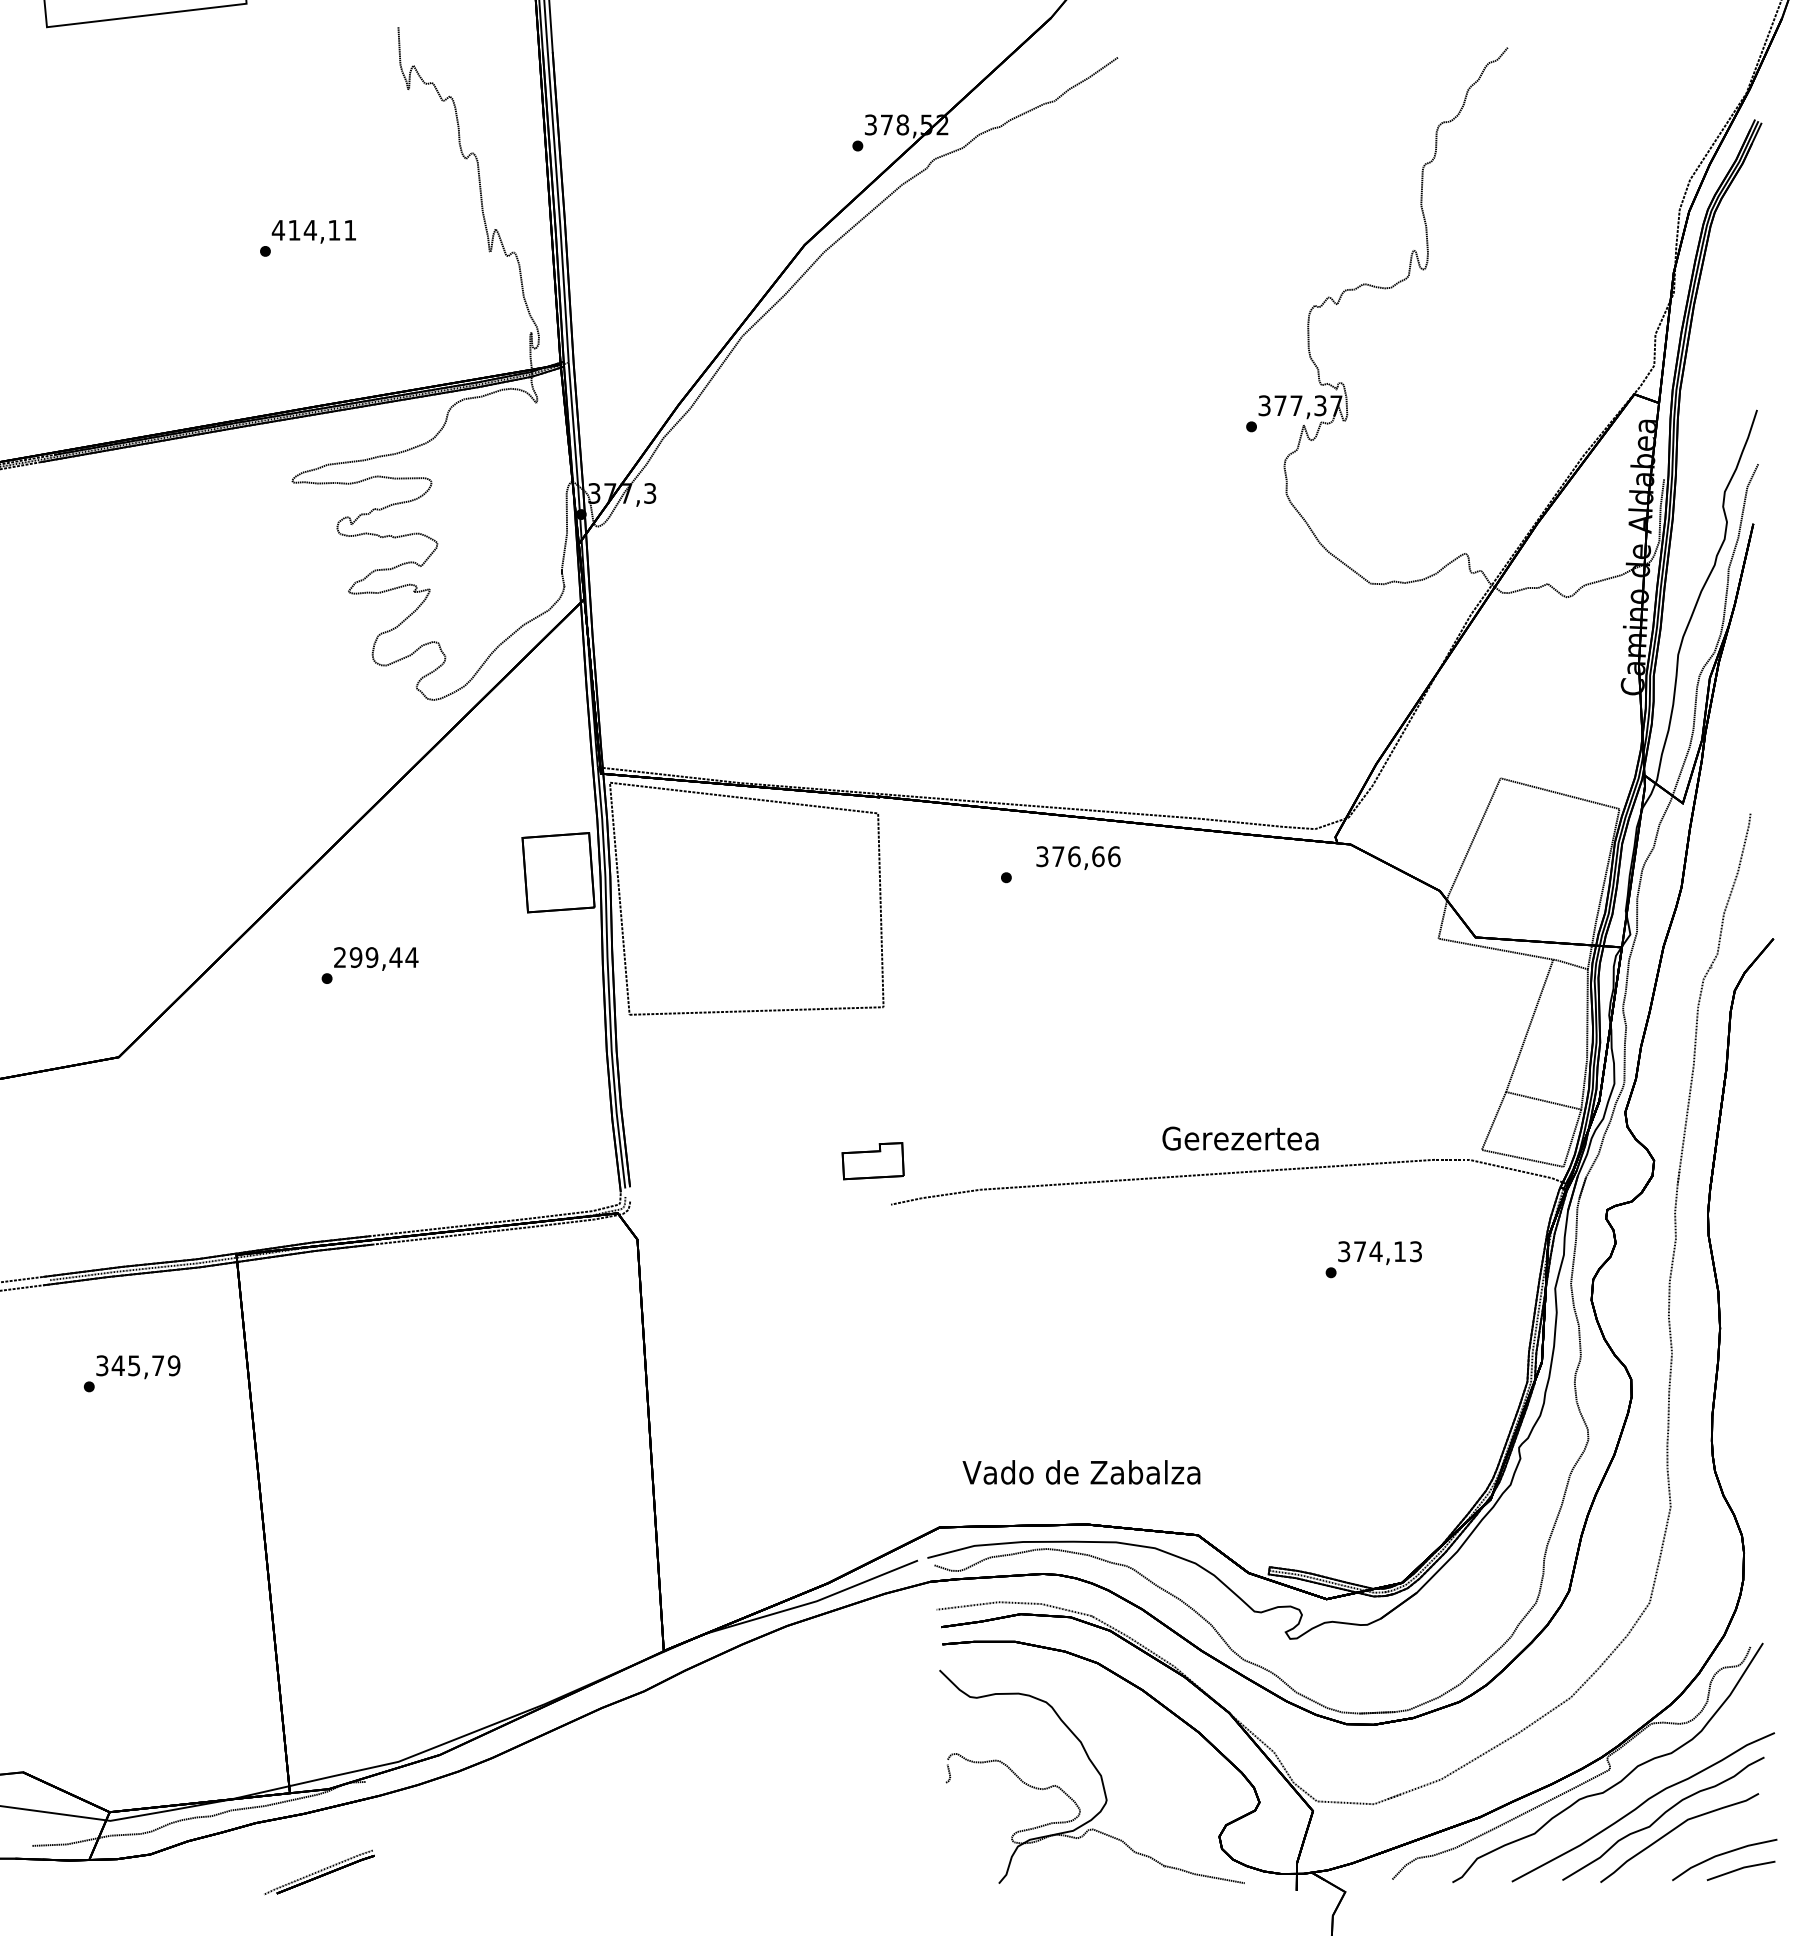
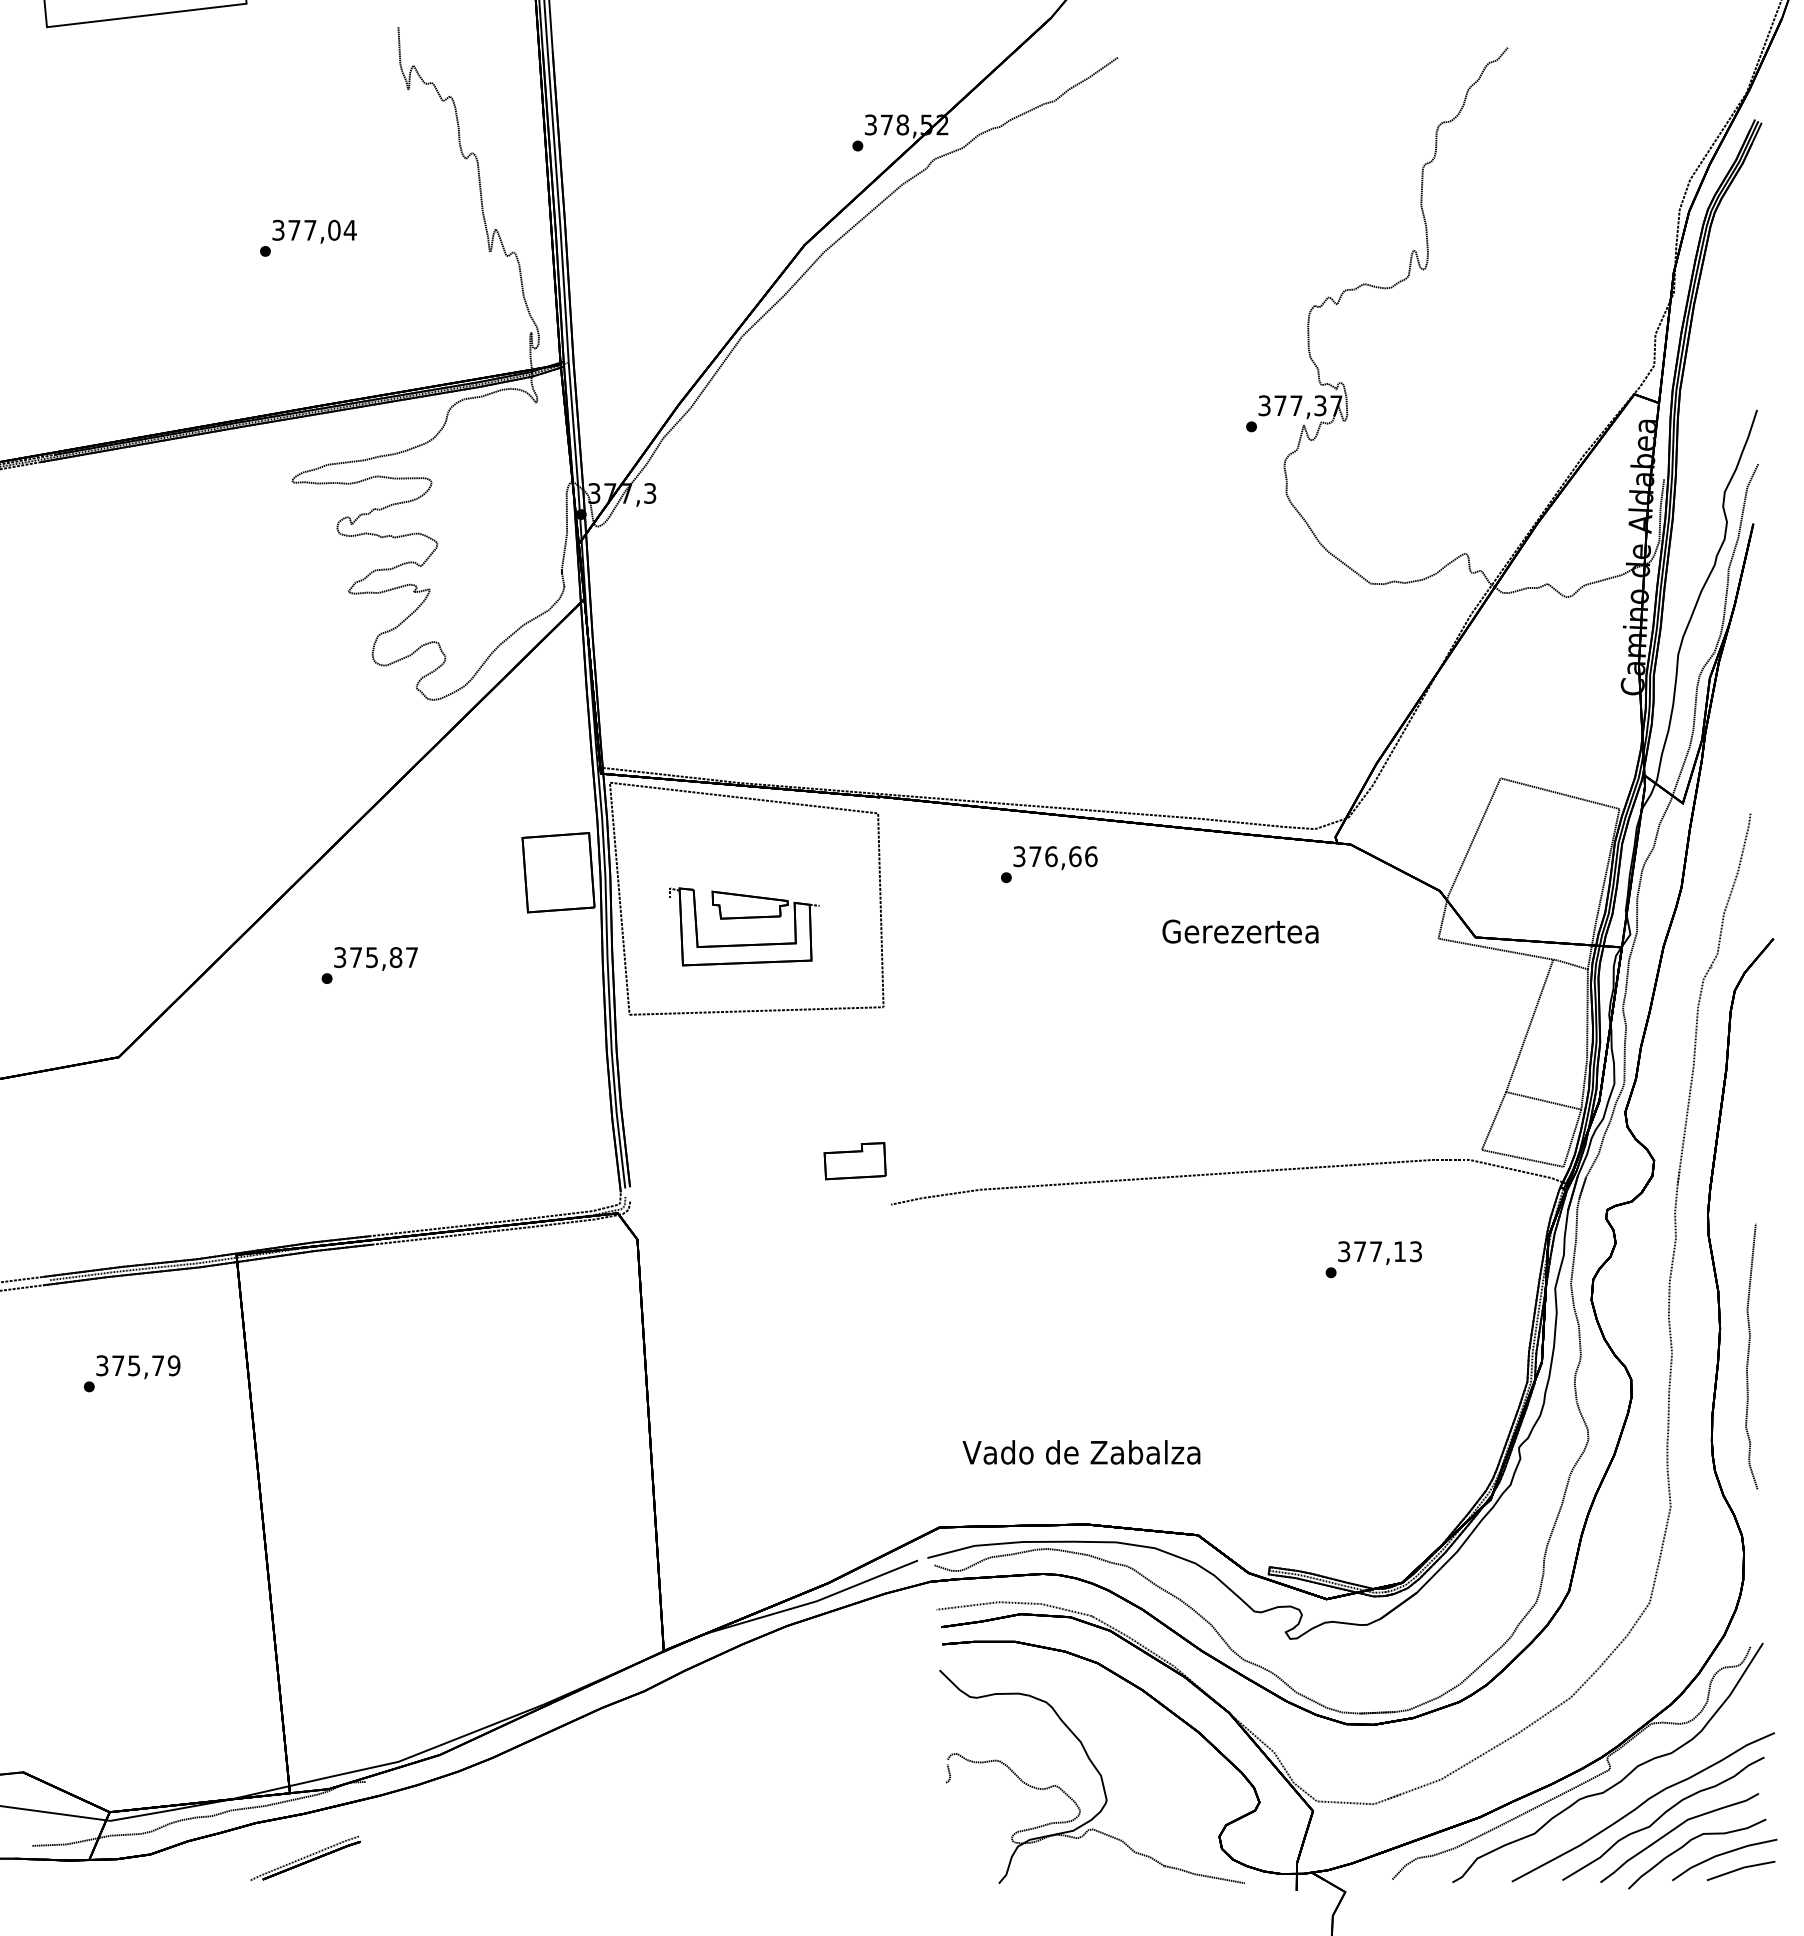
text at (313, 229): 414,11 -> 377,04
text at (1078, 857) position: (1078, 857) -> (1055, 857)
part at (744, 918): none -> present
text at (376, 957): 299,44 -> 375,87
text at (1240, 1138) position: (1240, 1138) -> (1240, 931)
part at (872, 1161) position: (872, 1161) -> (854, 1161)
text at (1375, 1251): 374,13 -> 377,13
curve at (1749, 1355): none -> present
text at (117, 1365): 345,79 -> 375,79
text at (1081, 1472) position: (1081, 1472) -> (1081, 1452)
curve at (1688, 1843): none -> present
part at (319, 1871) position: (319, 1871) -> (305, 1857)
